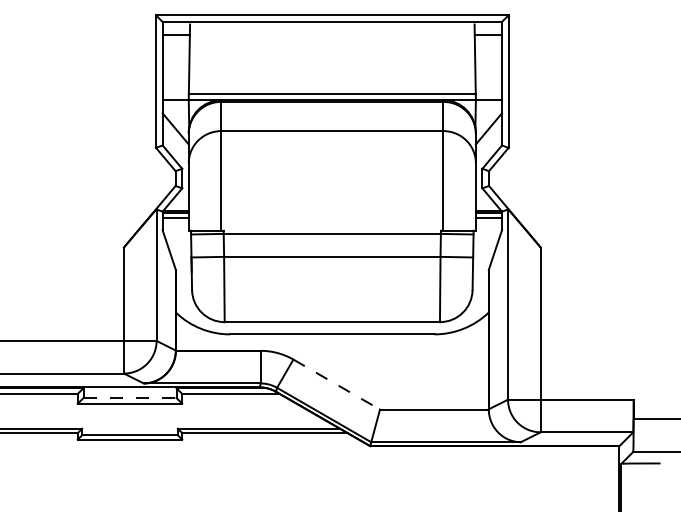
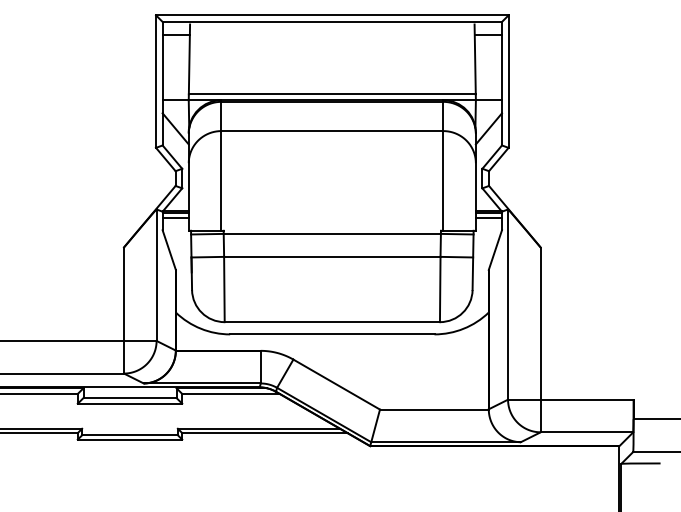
line at (336, 384): dashed -> solid
line at (130, 398): dashed -> solid
